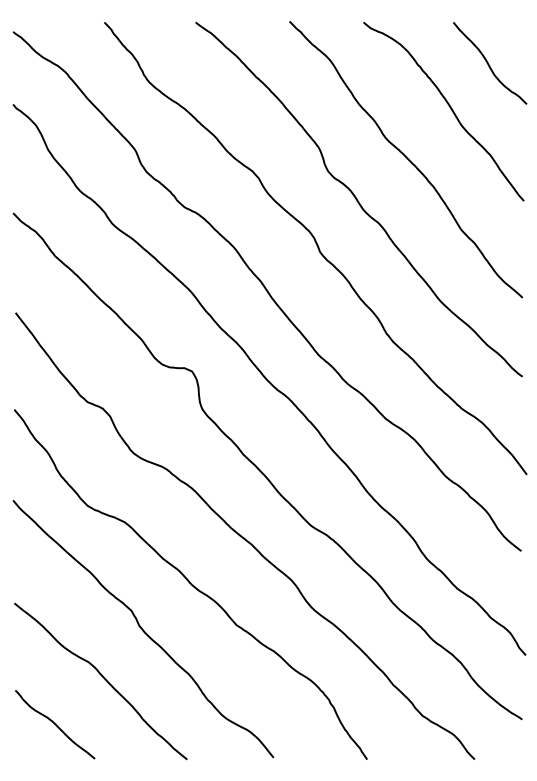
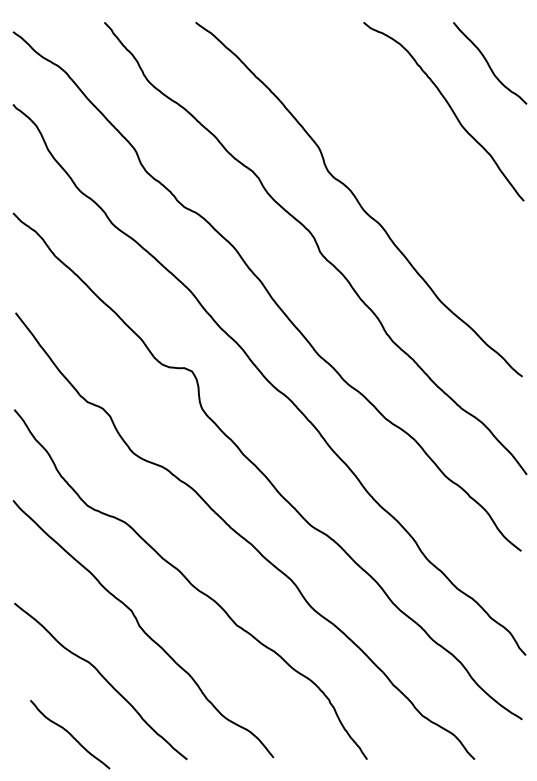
curve at (406, 158): present -> none
curve at (55, 724) position: (55, 724) -> (70, 734)
